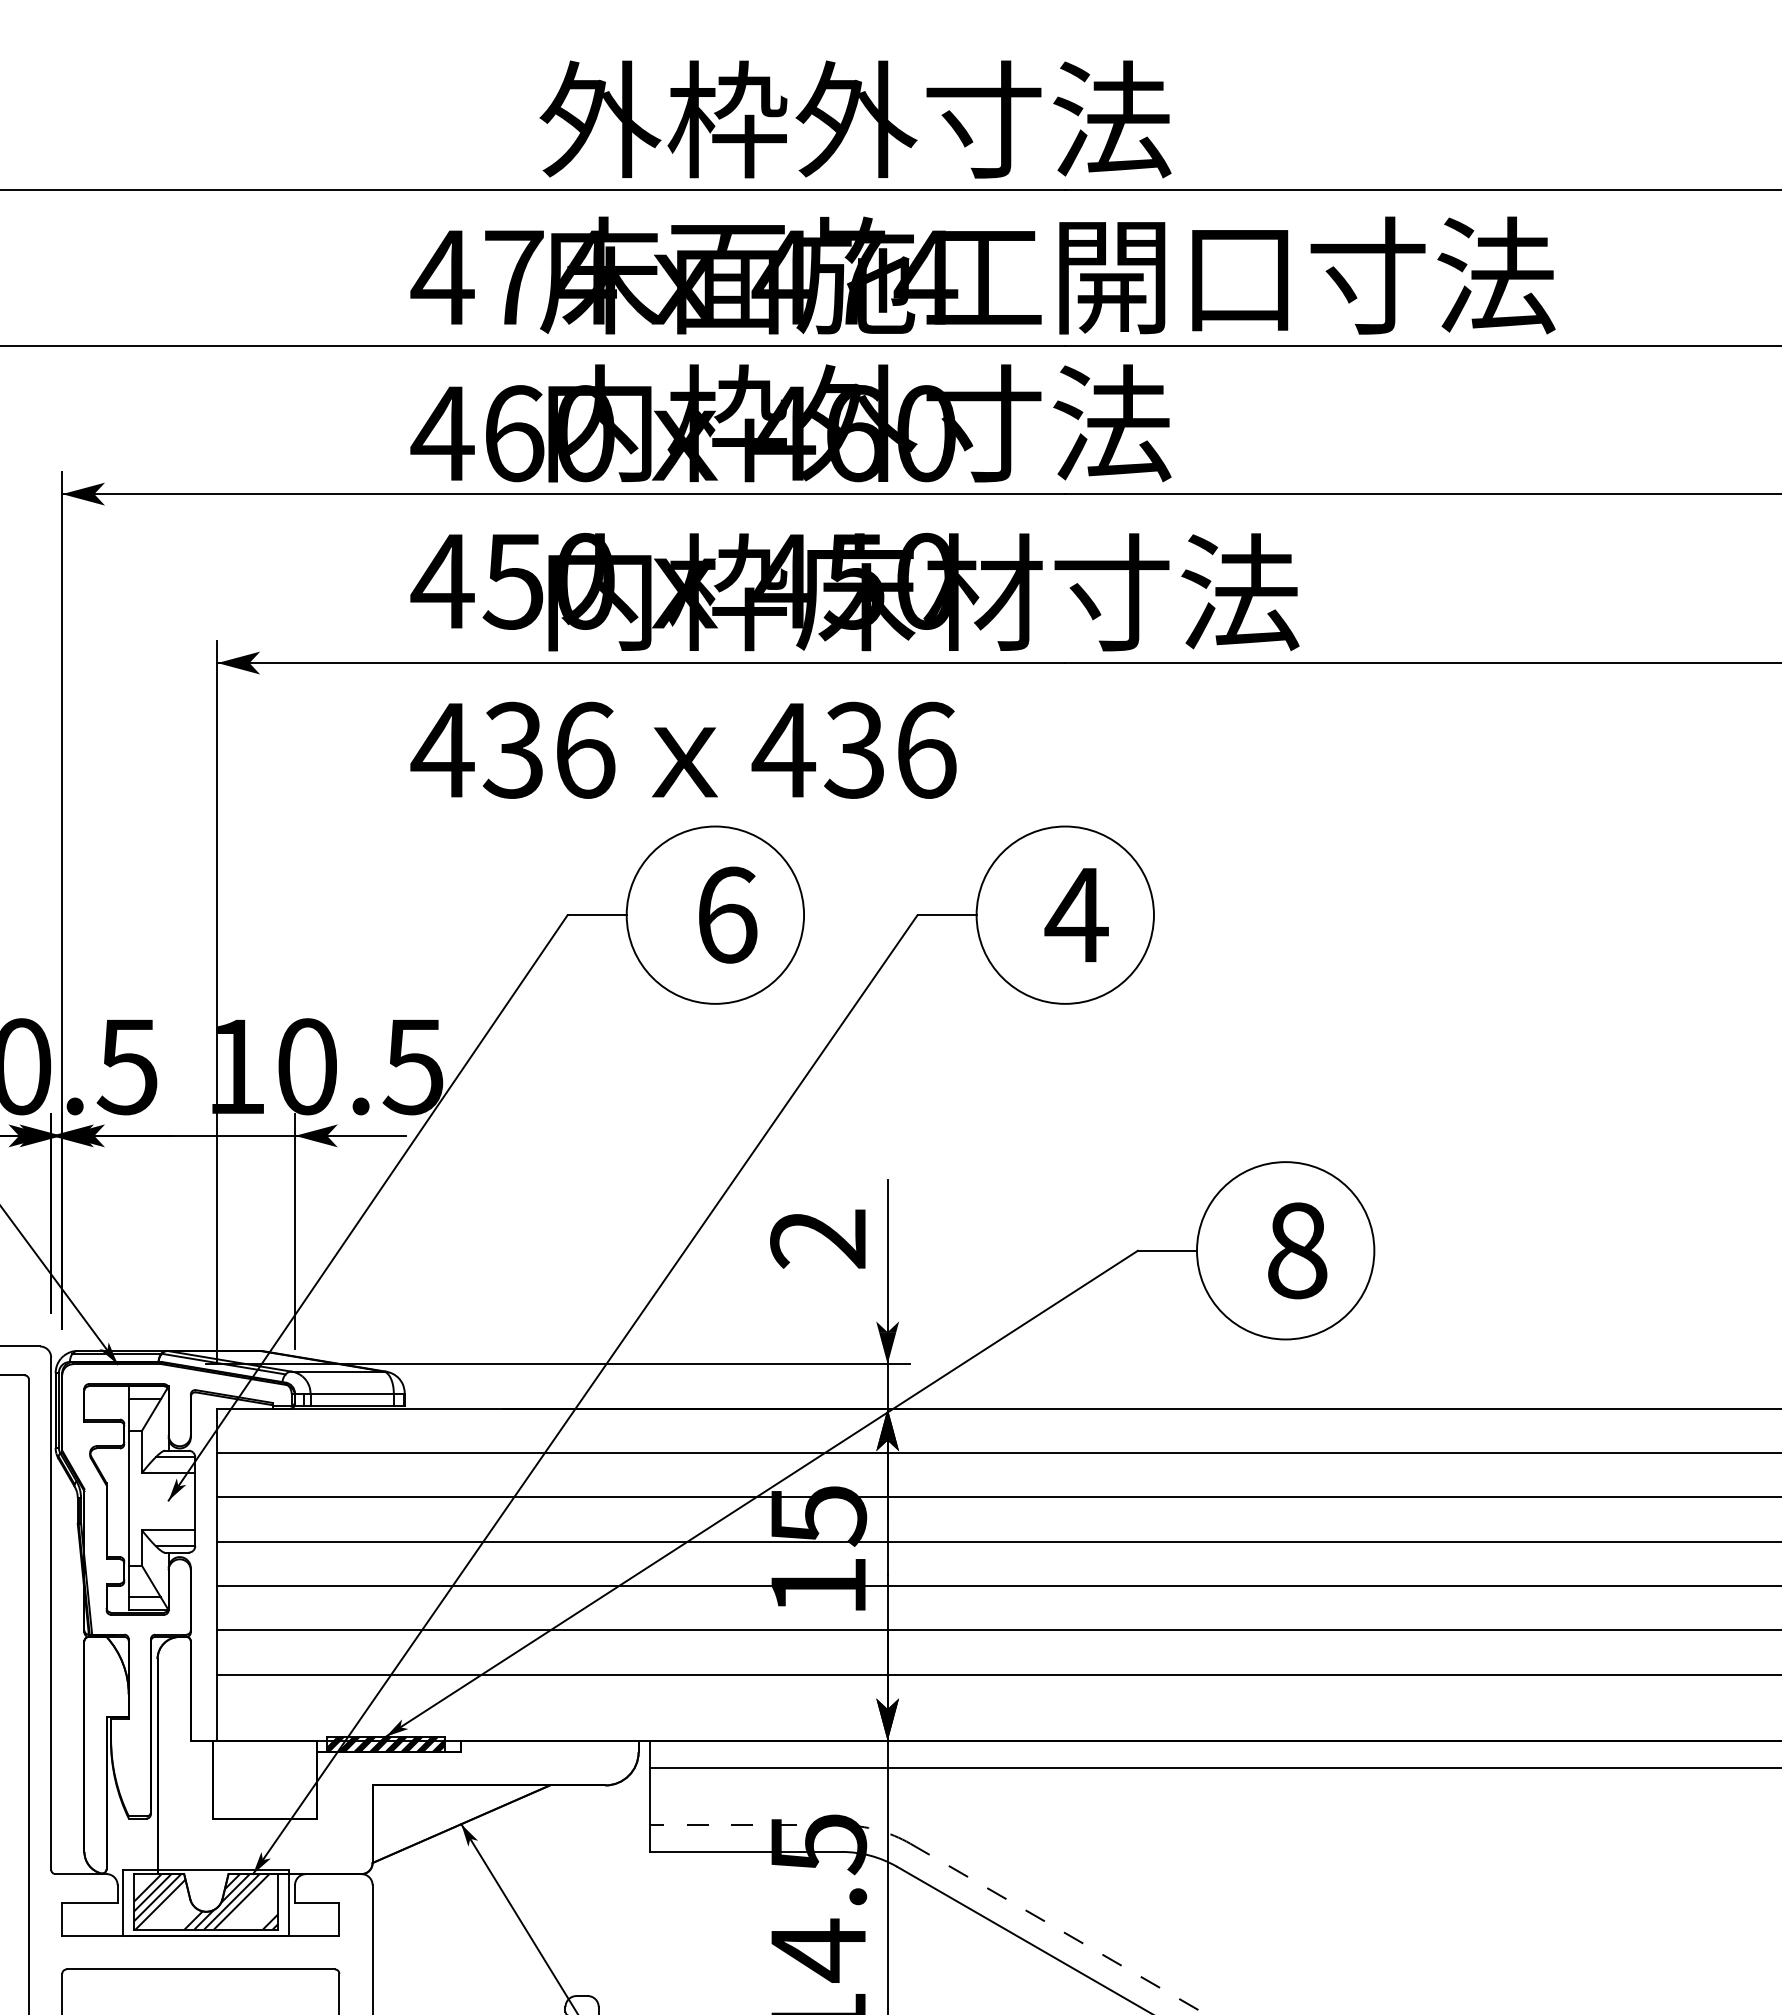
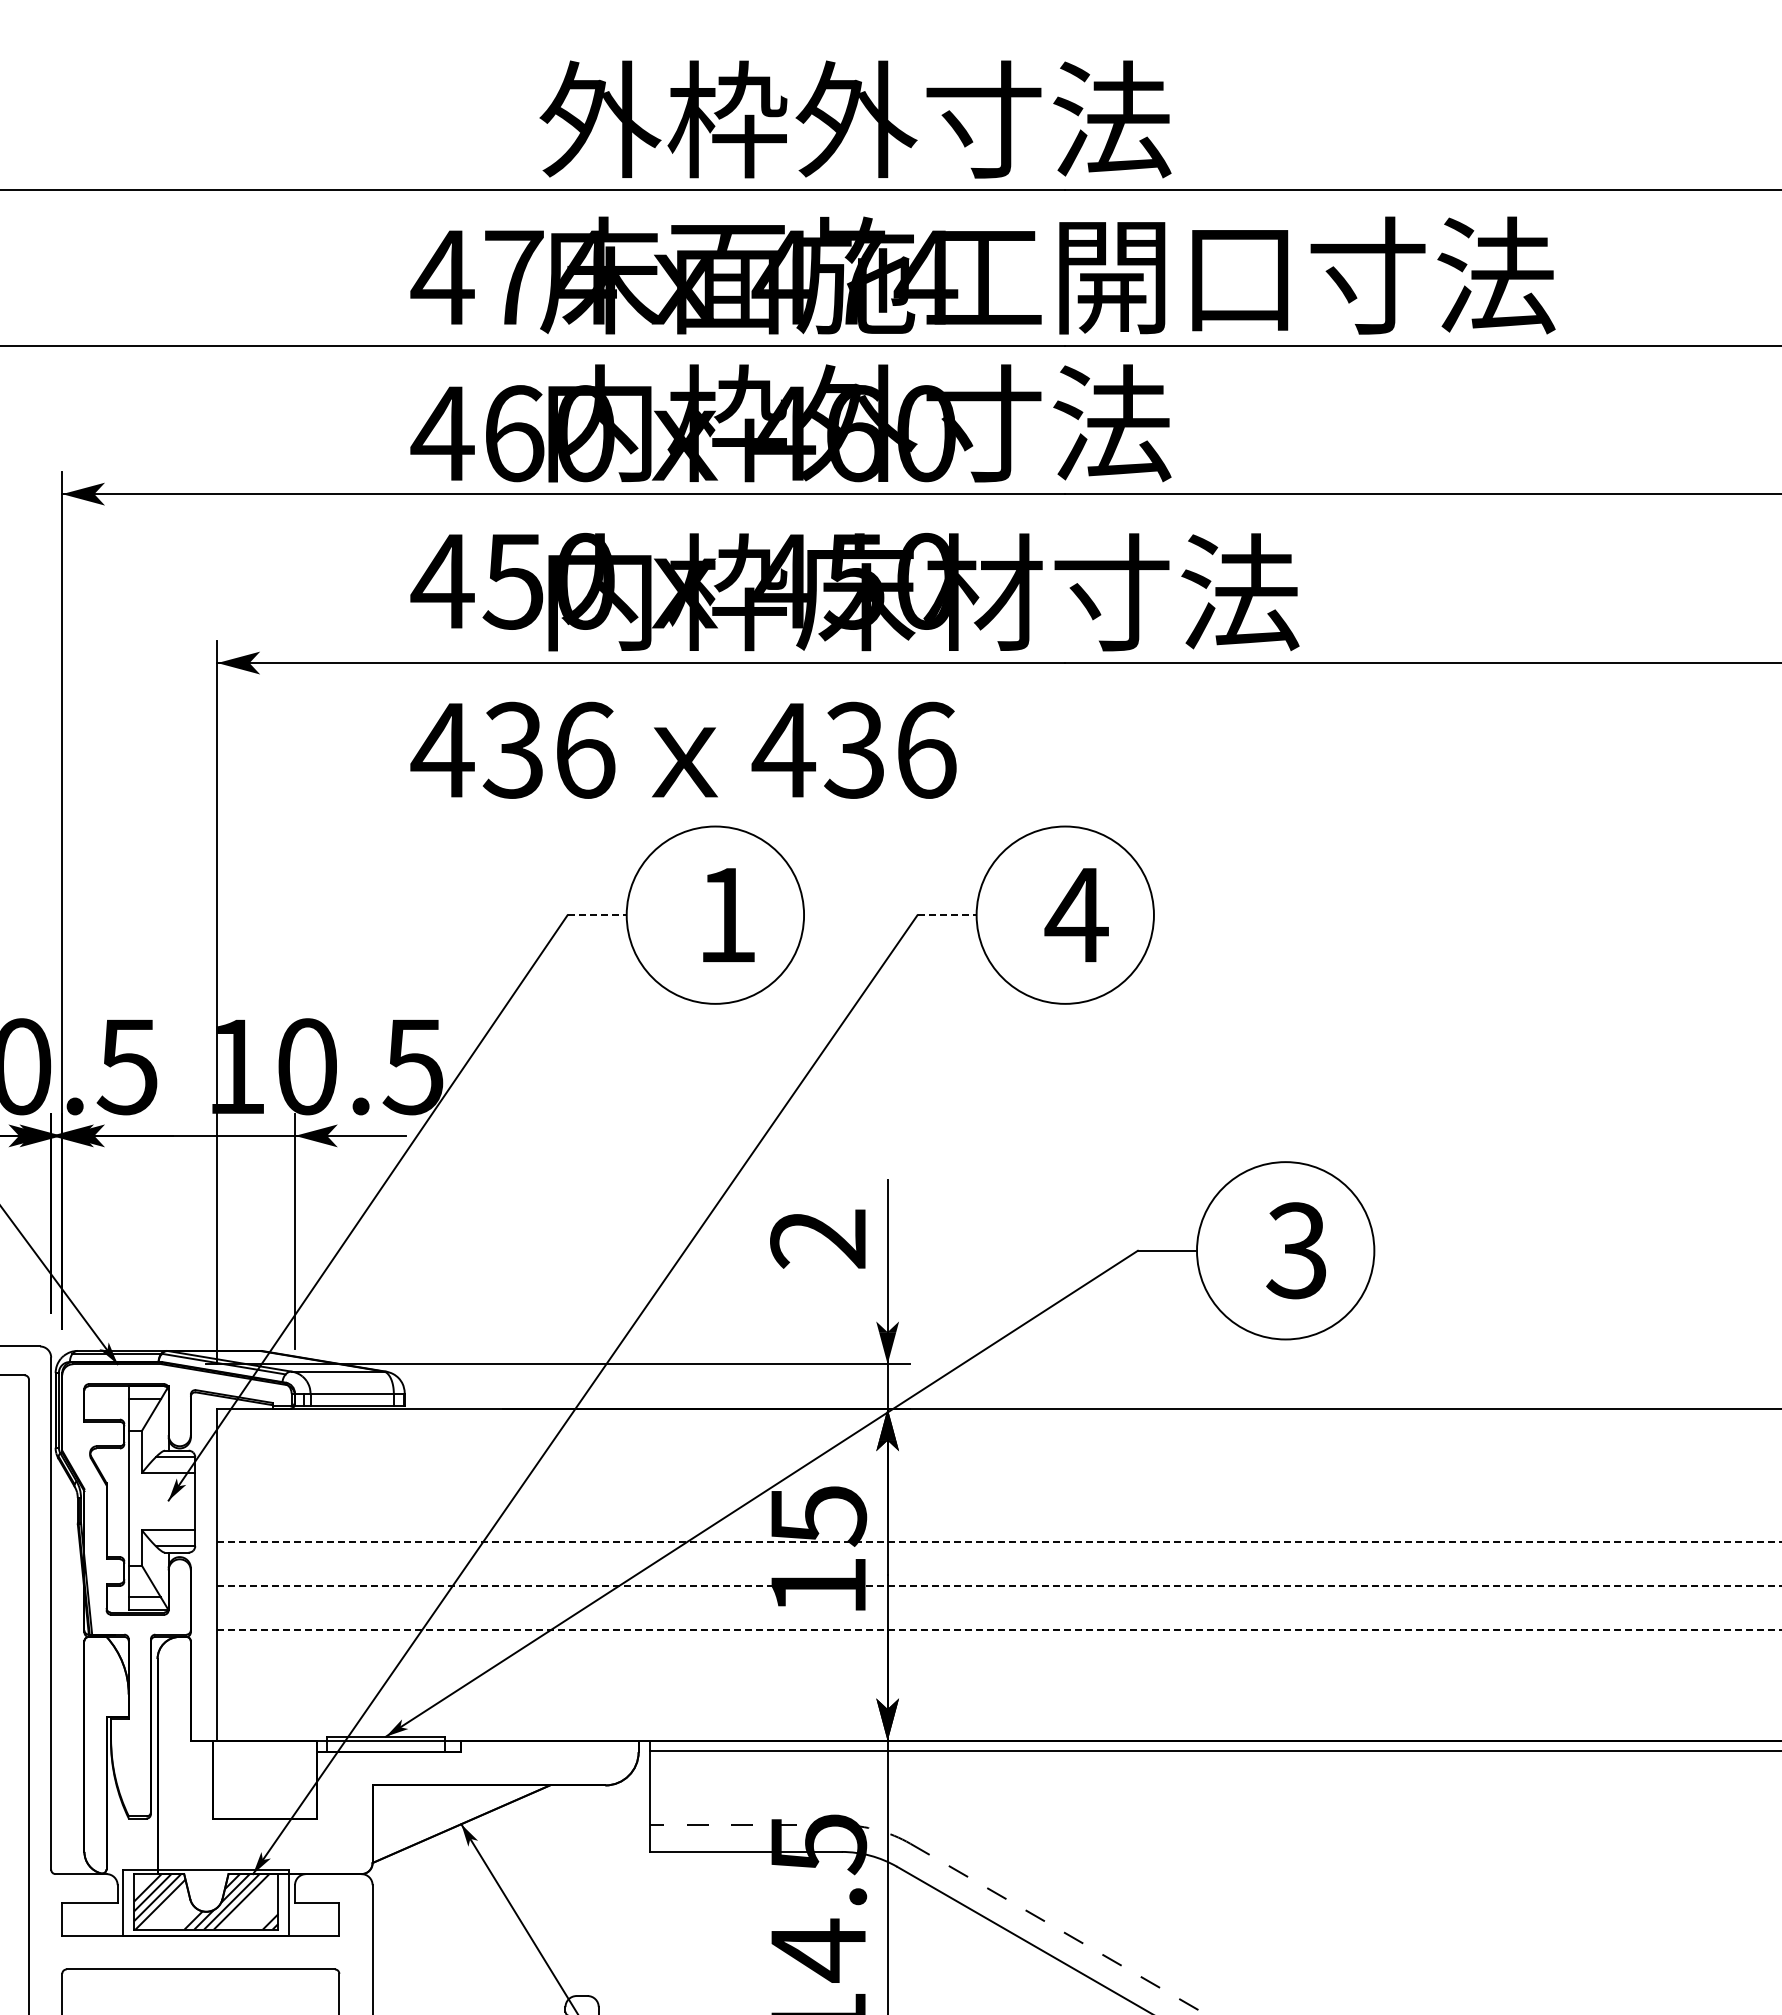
text at (728, 914): 6 -> 1
line at (597, 915): solid -> dashed
line at (947, 915): solid -> dashed
text at (1296, 1250): 8 -> 3
line at (997, 1452): present -> none
line at (997, 1497): present -> none
line at (999, 1541): solid -> dashed
line at (1000, 1585): solid -> dashed
line at (1000, 1630): solid -> dashed
line at (997, 1674): present -> none
hatch at (385, 1744): present -> none
line at (1213, 1767) position: (1213, 1767) -> (1213, 1750)
